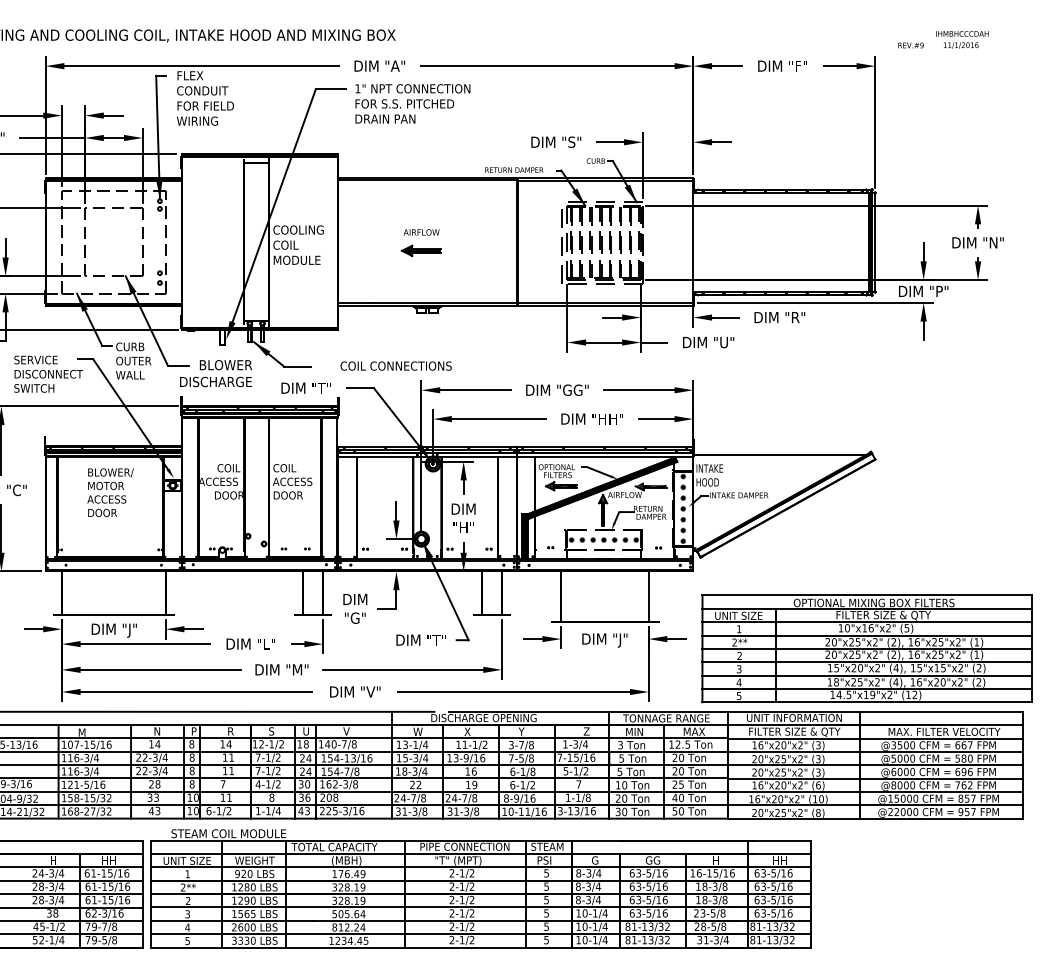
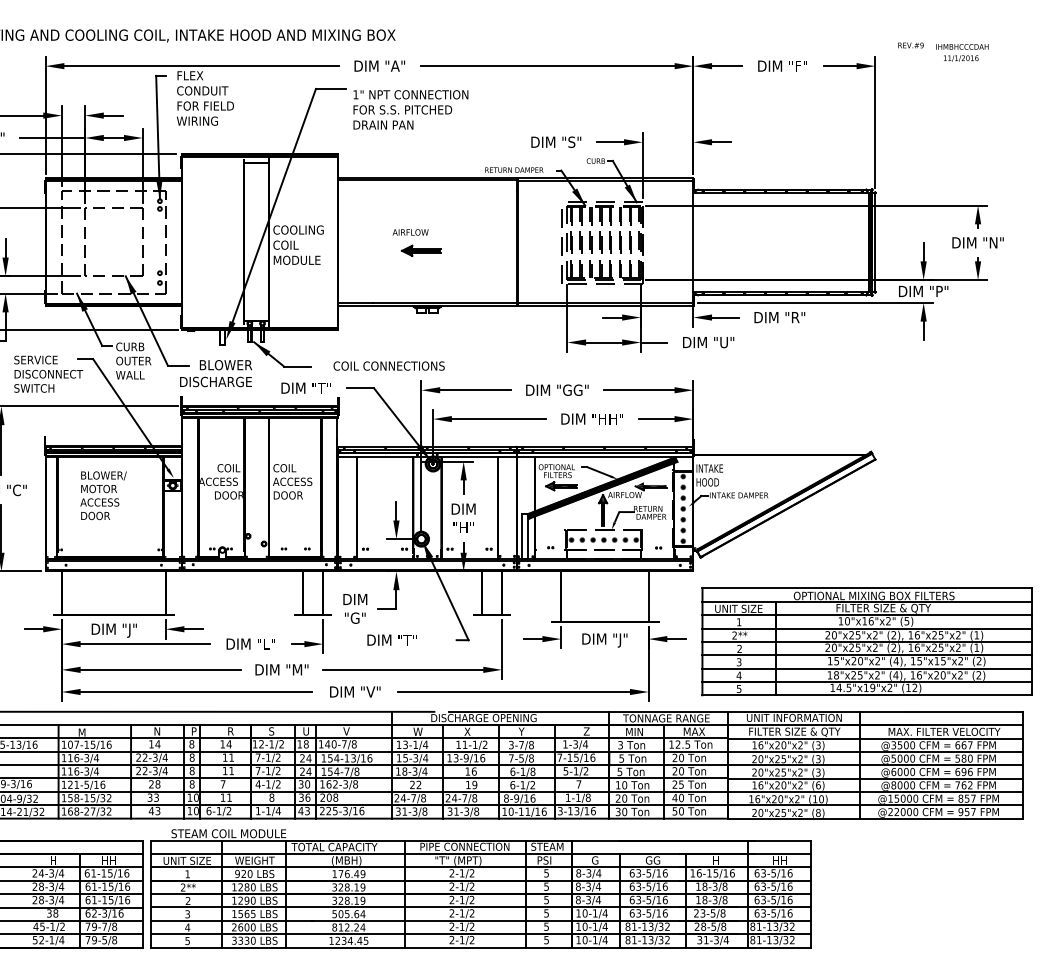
text at (962, 39) position: (962, 39) -> (962, 52)
text at (412, 103) position: (412, 103) -> (410, 109)
text at (421, 232) position: (421, 232) -> (410, 232)
text at (395, 365) position: (395, 365) -> (388, 365)
text at (110, 492) position: (110, 492) -> (103, 495)
hatch at (524, 536): present -> none
text at (420, 639) position: (420, 639) -> (391, 639)
part at (866, 648) position: (866, 648) -> (866, 641)
